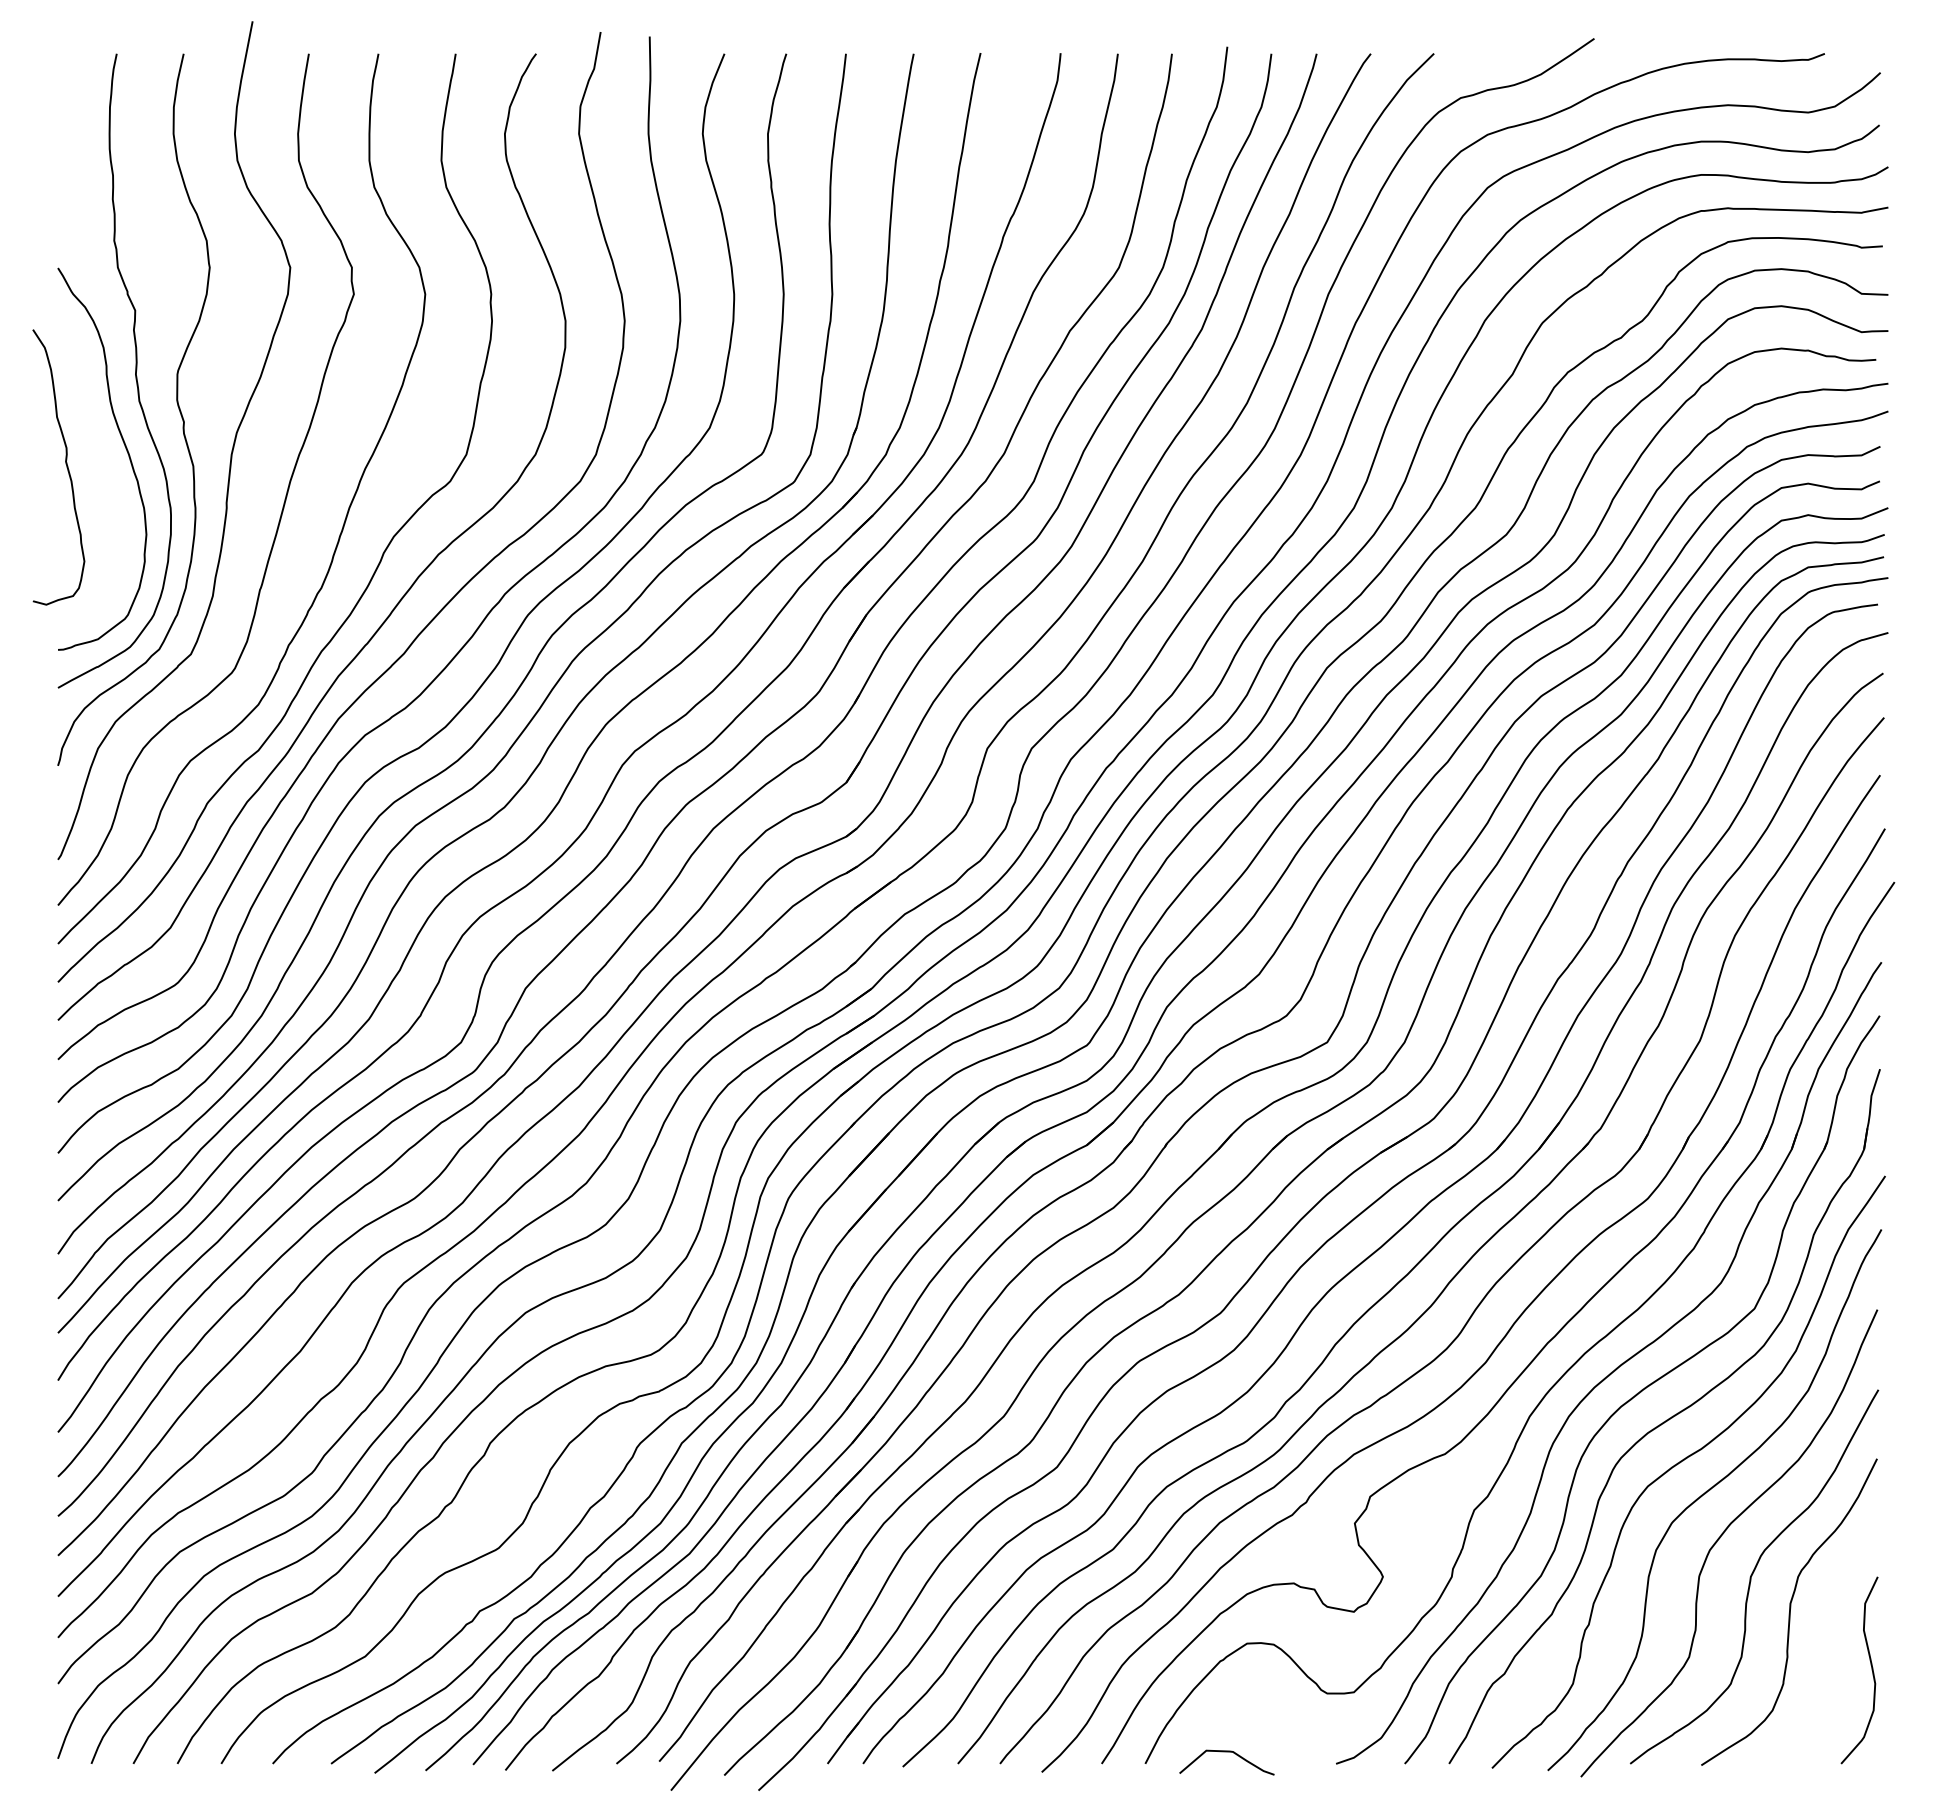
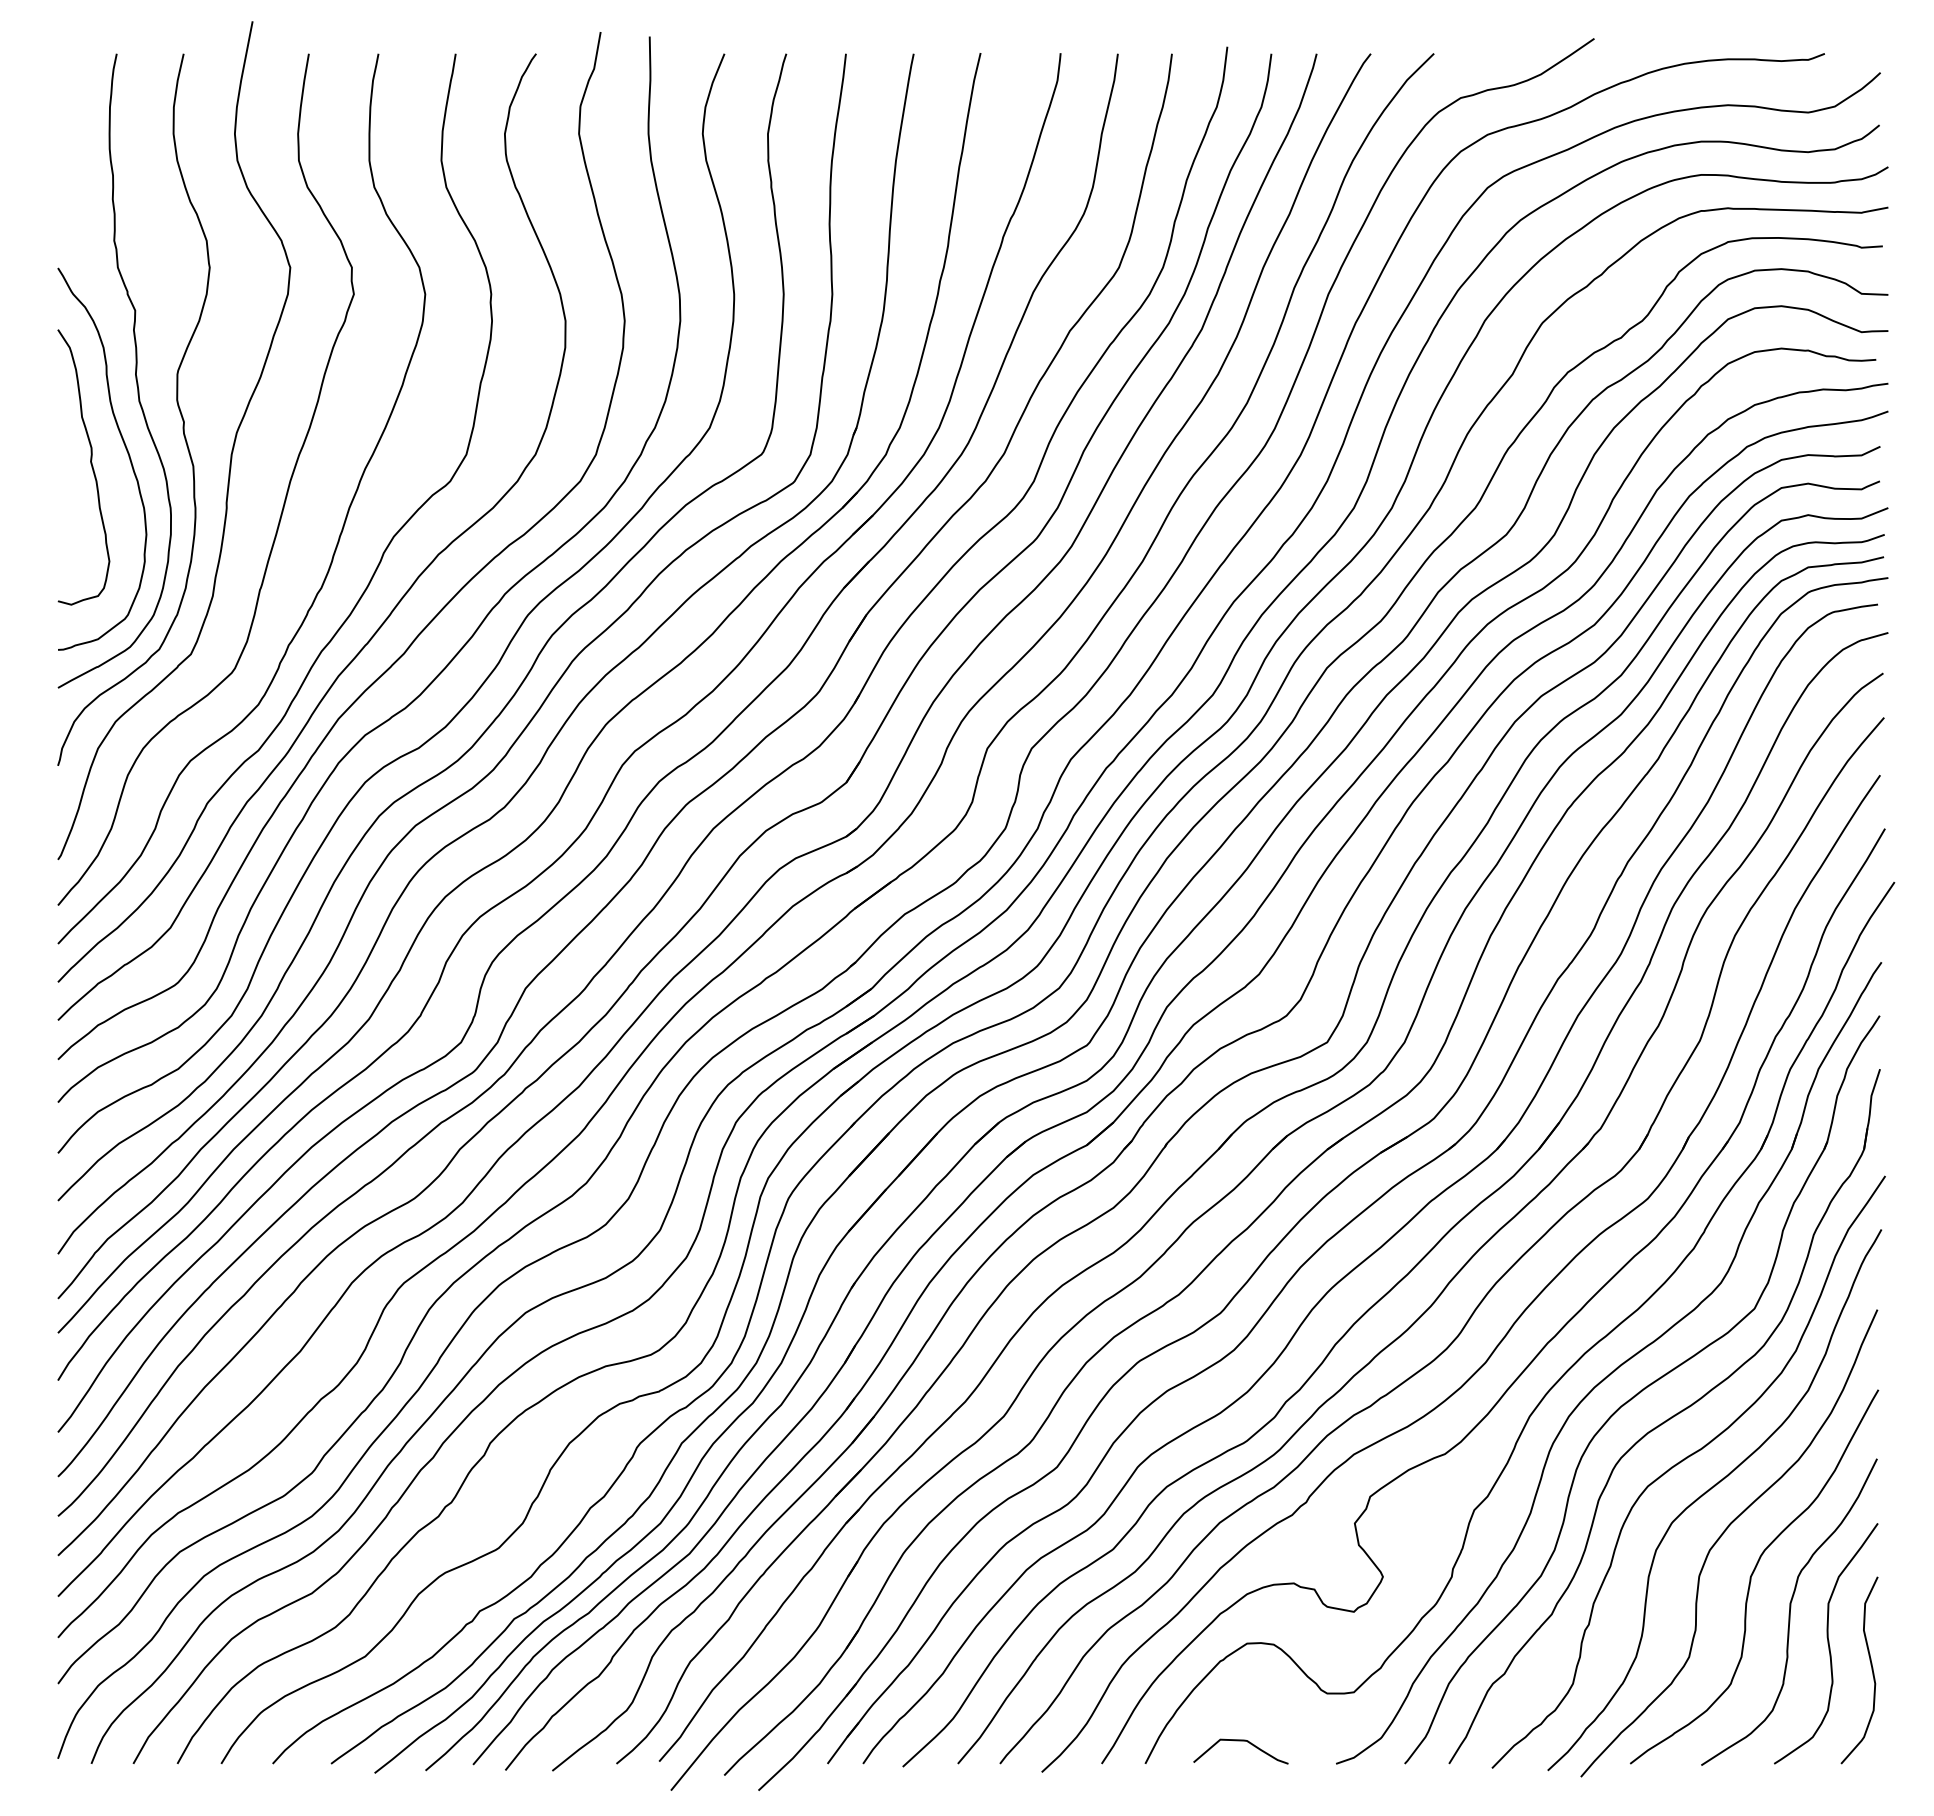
curve at (65, 464) position: (65, 464) -> (90, 464)
curve at (1827, 1643): none -> present
curve at (1226, 1752) position: (1226, 1752) -> (1240, 1741)
